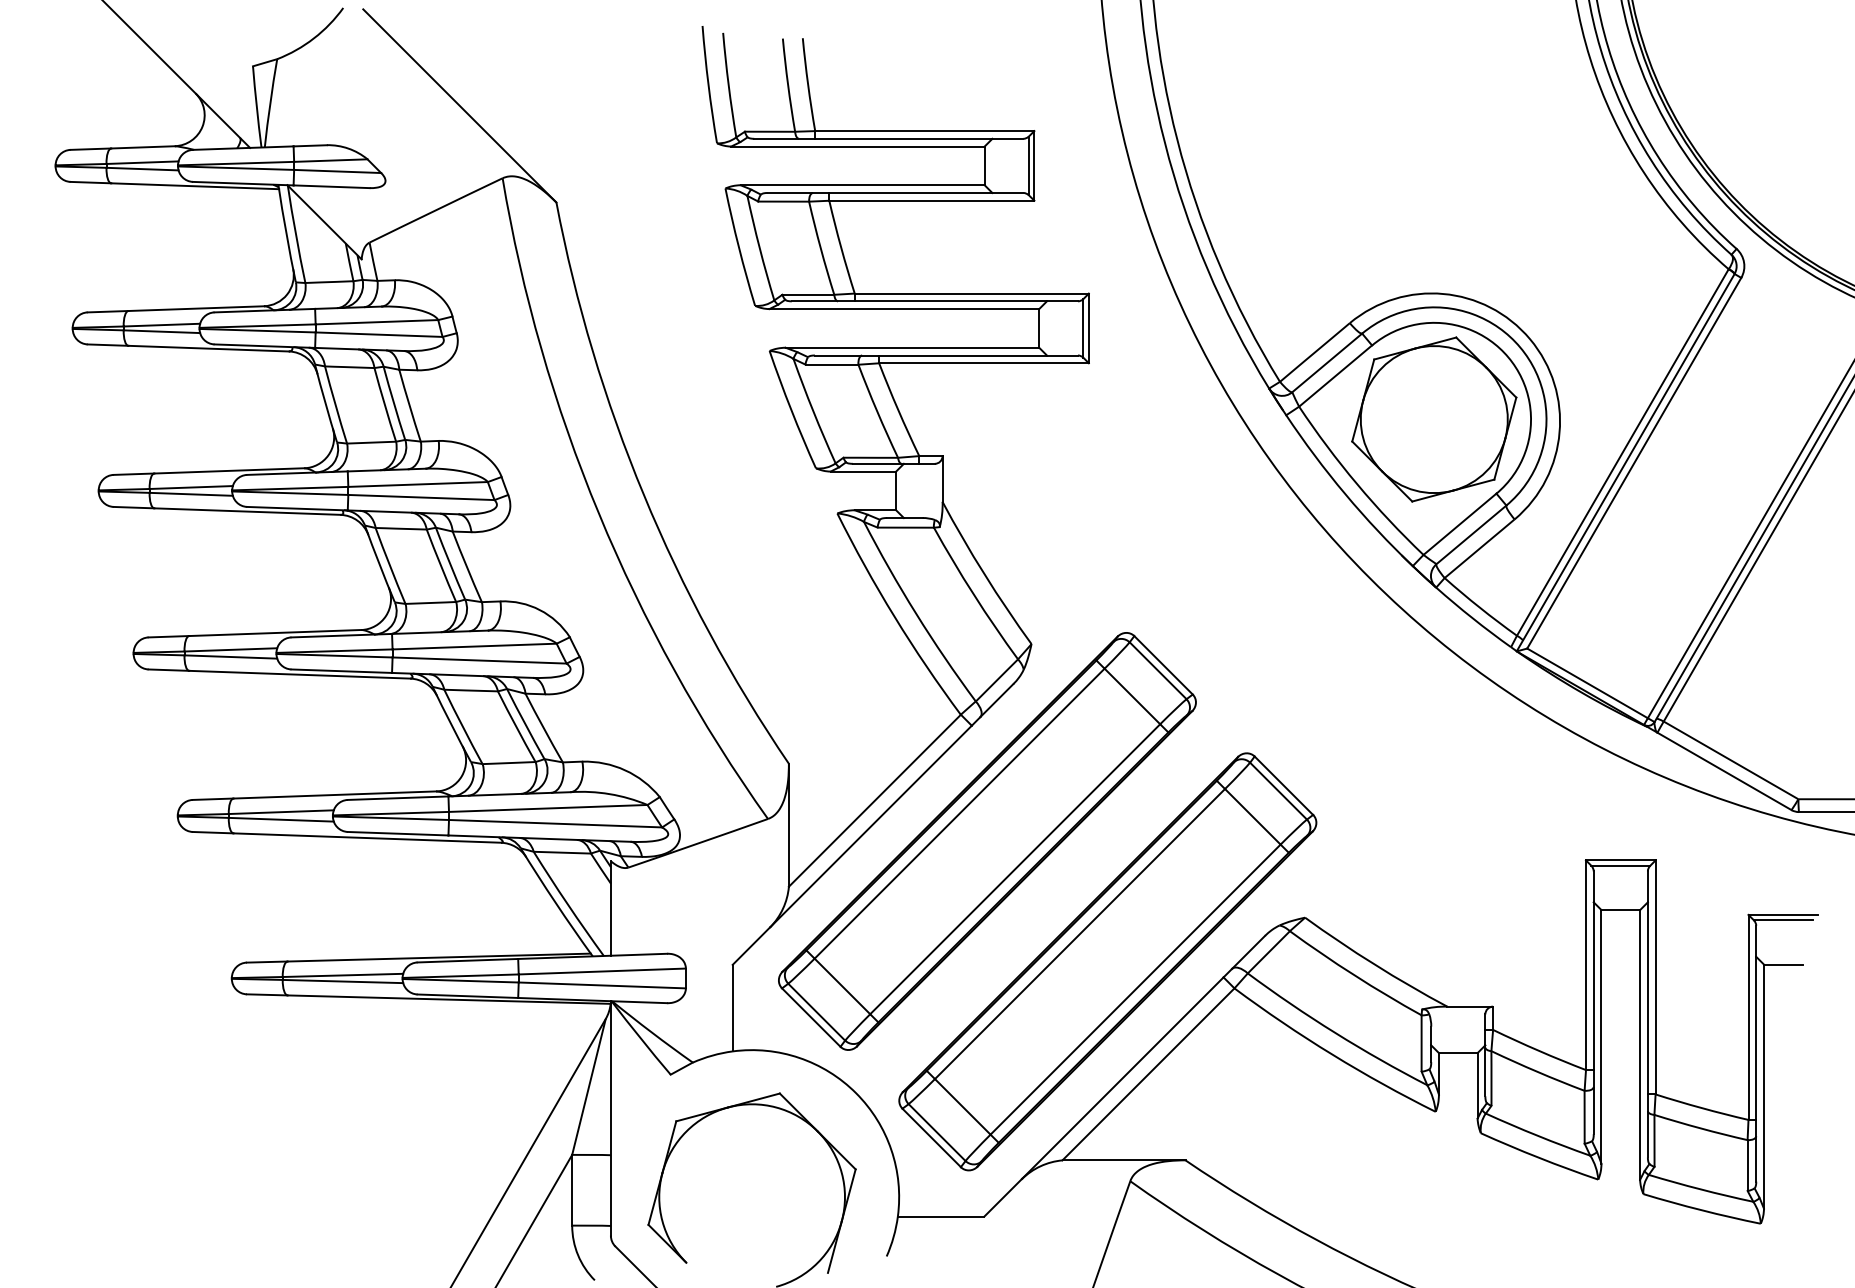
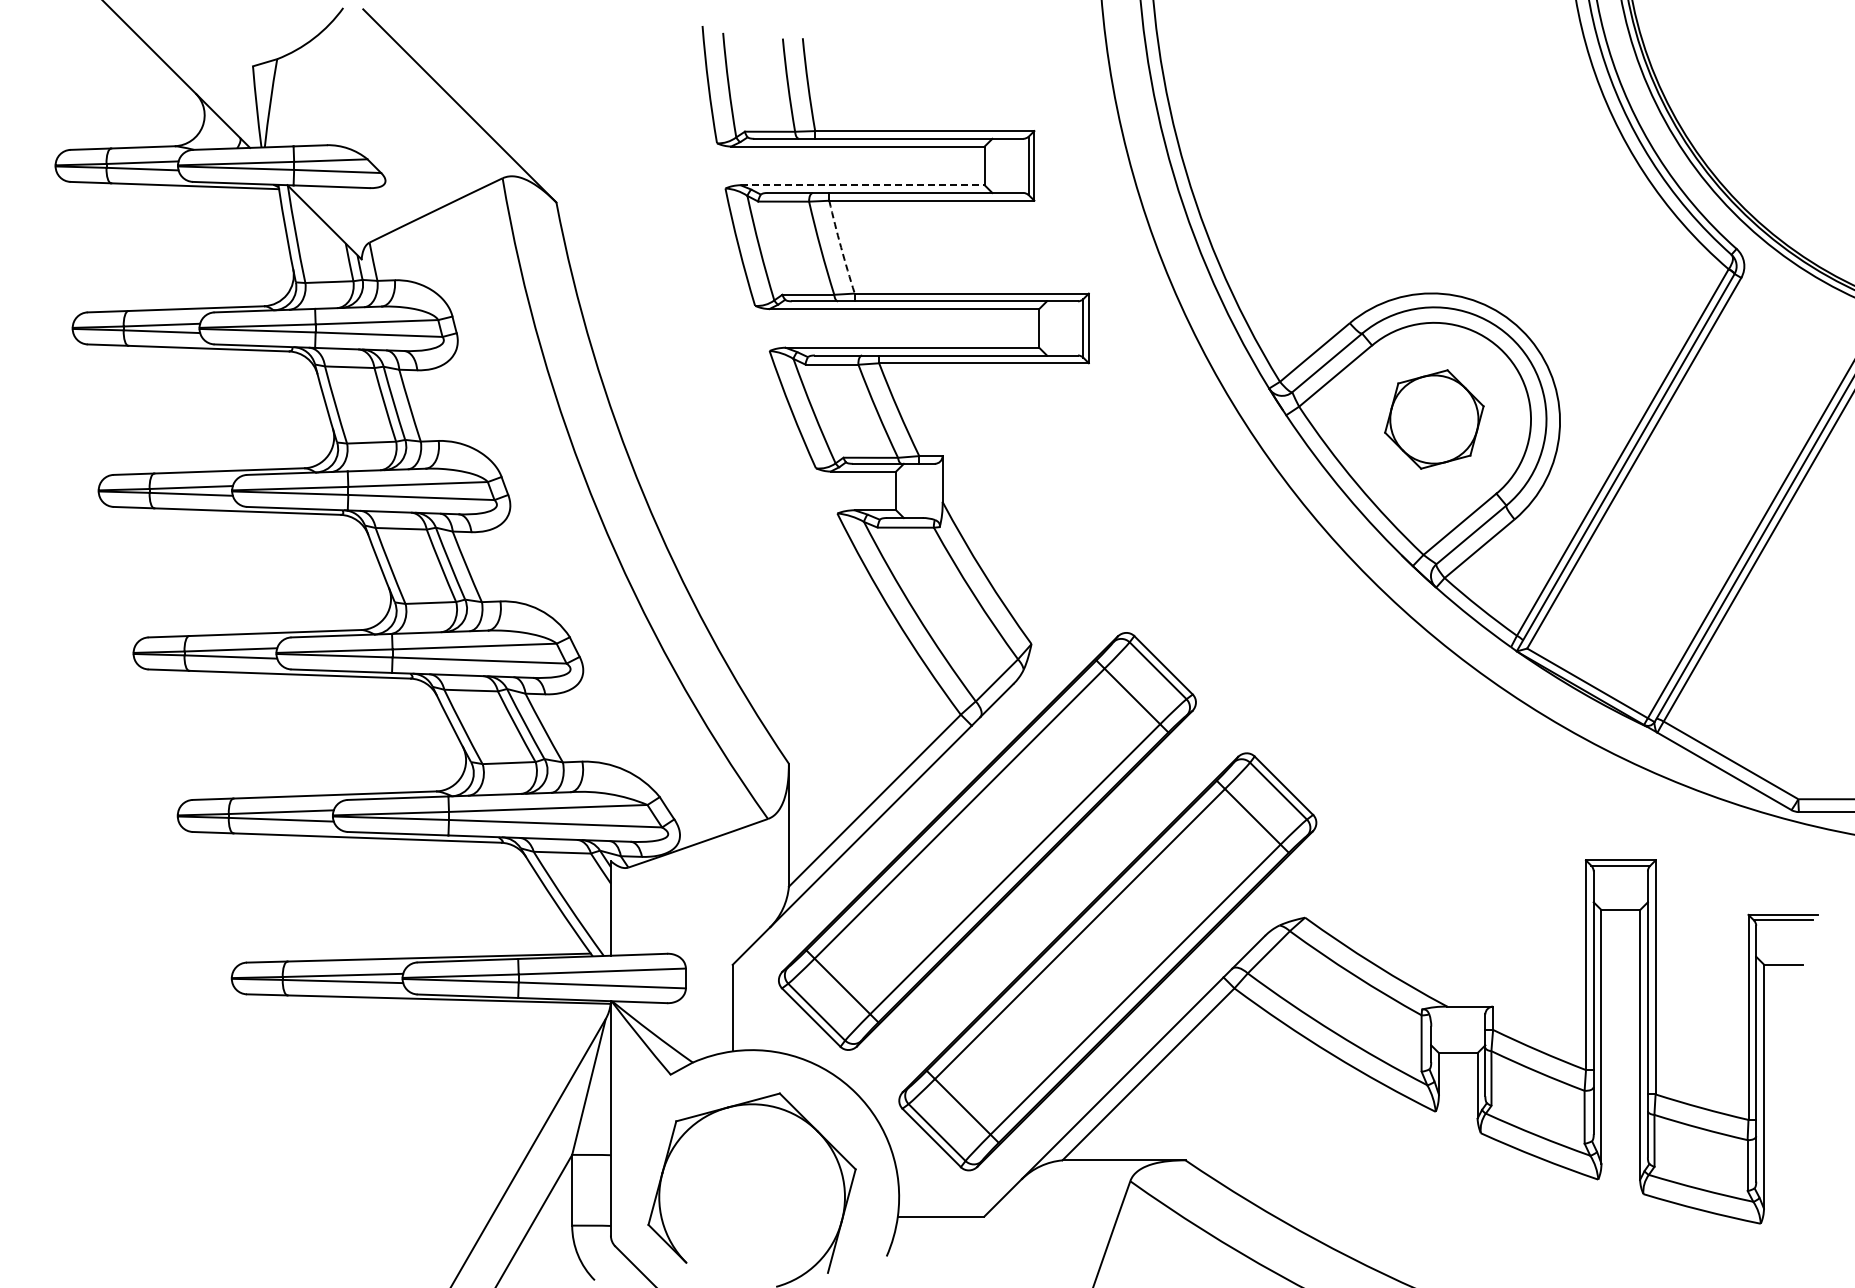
line at (863, 185): solid -> dashed
arc at (841, 247): solid -> dashed
part at (1434, 419) size: 167x167 px -> 101x101 px
